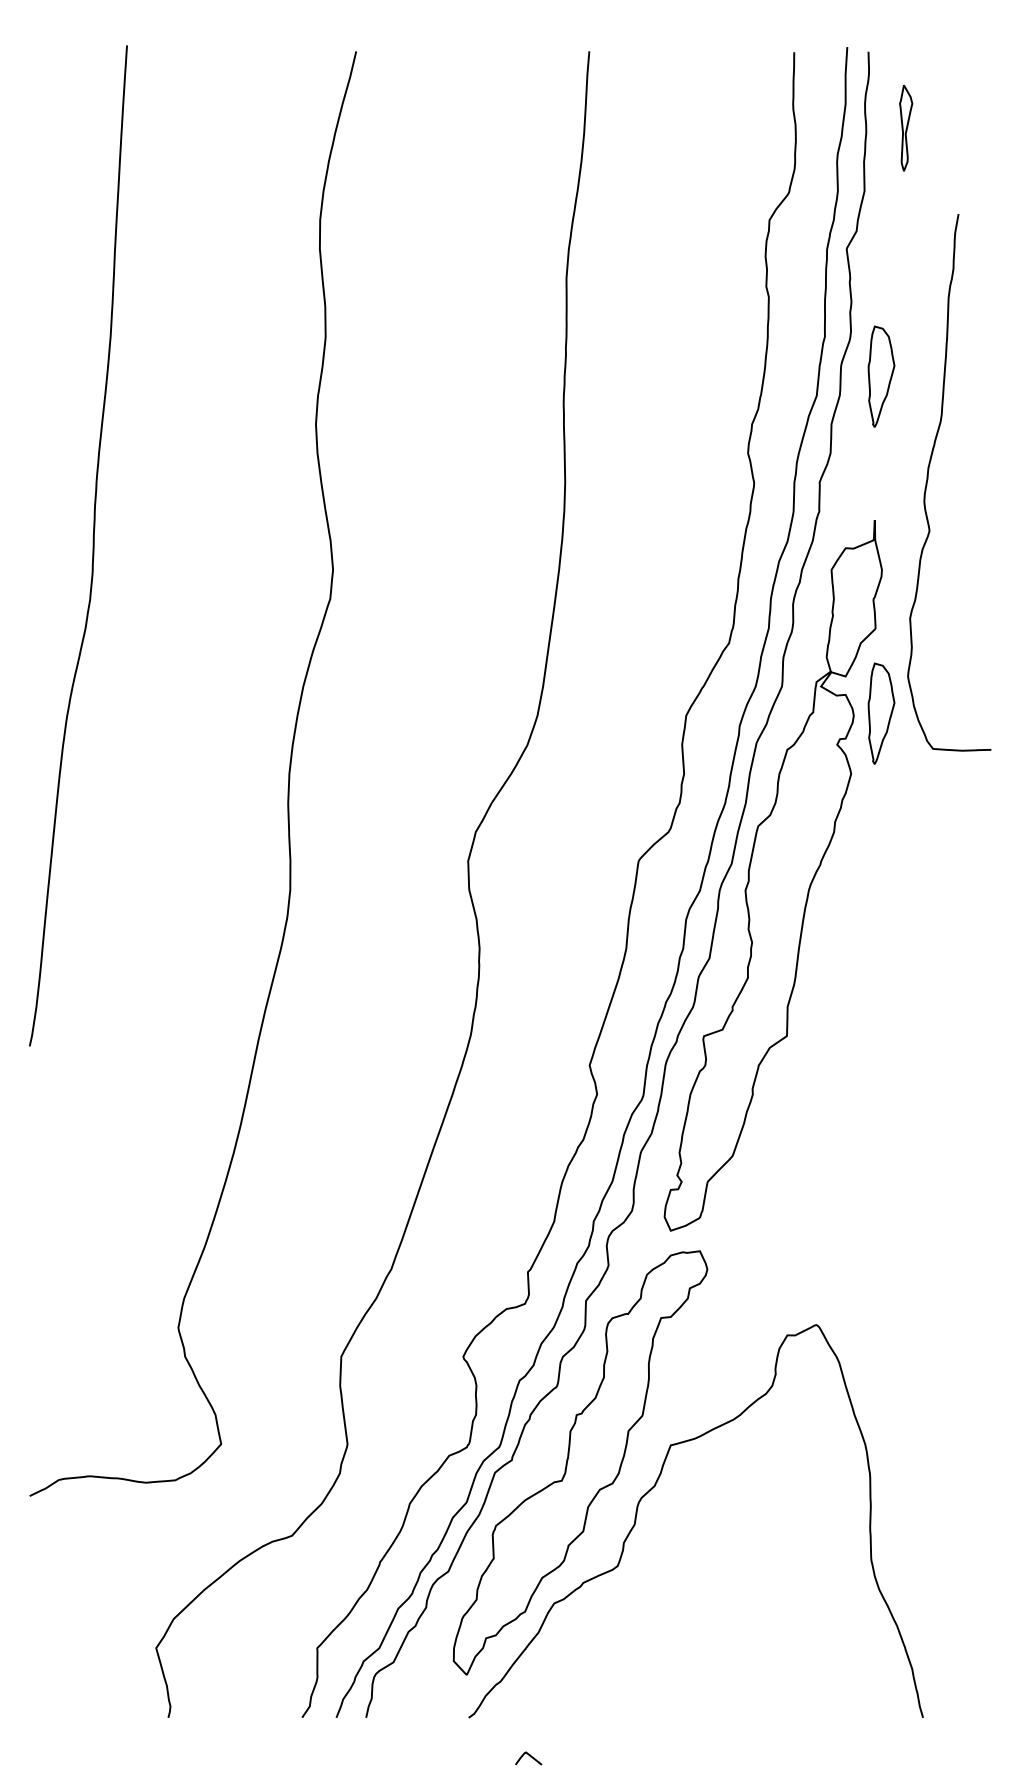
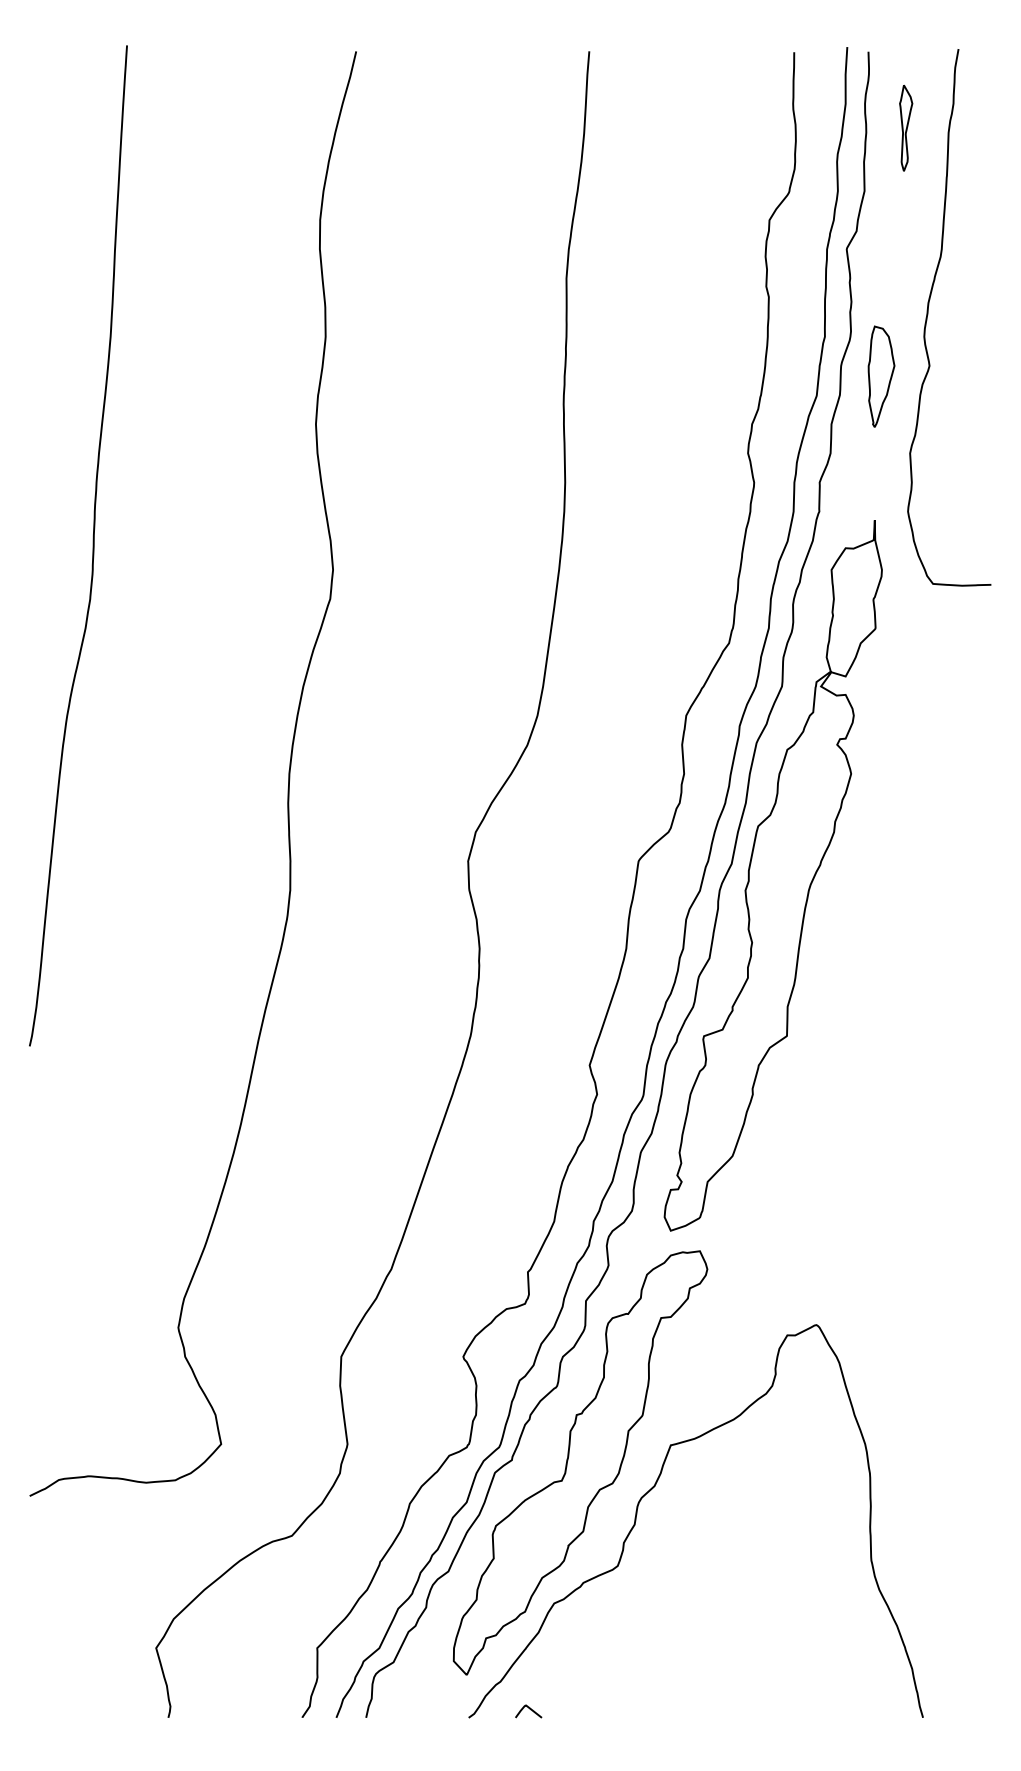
curve at (928, 479) position: (928, 479) -> (928, 314)
part at (881, 713): present -> none
curve at (529, 1756) position: (529, 1756) -> (529, 1709)
